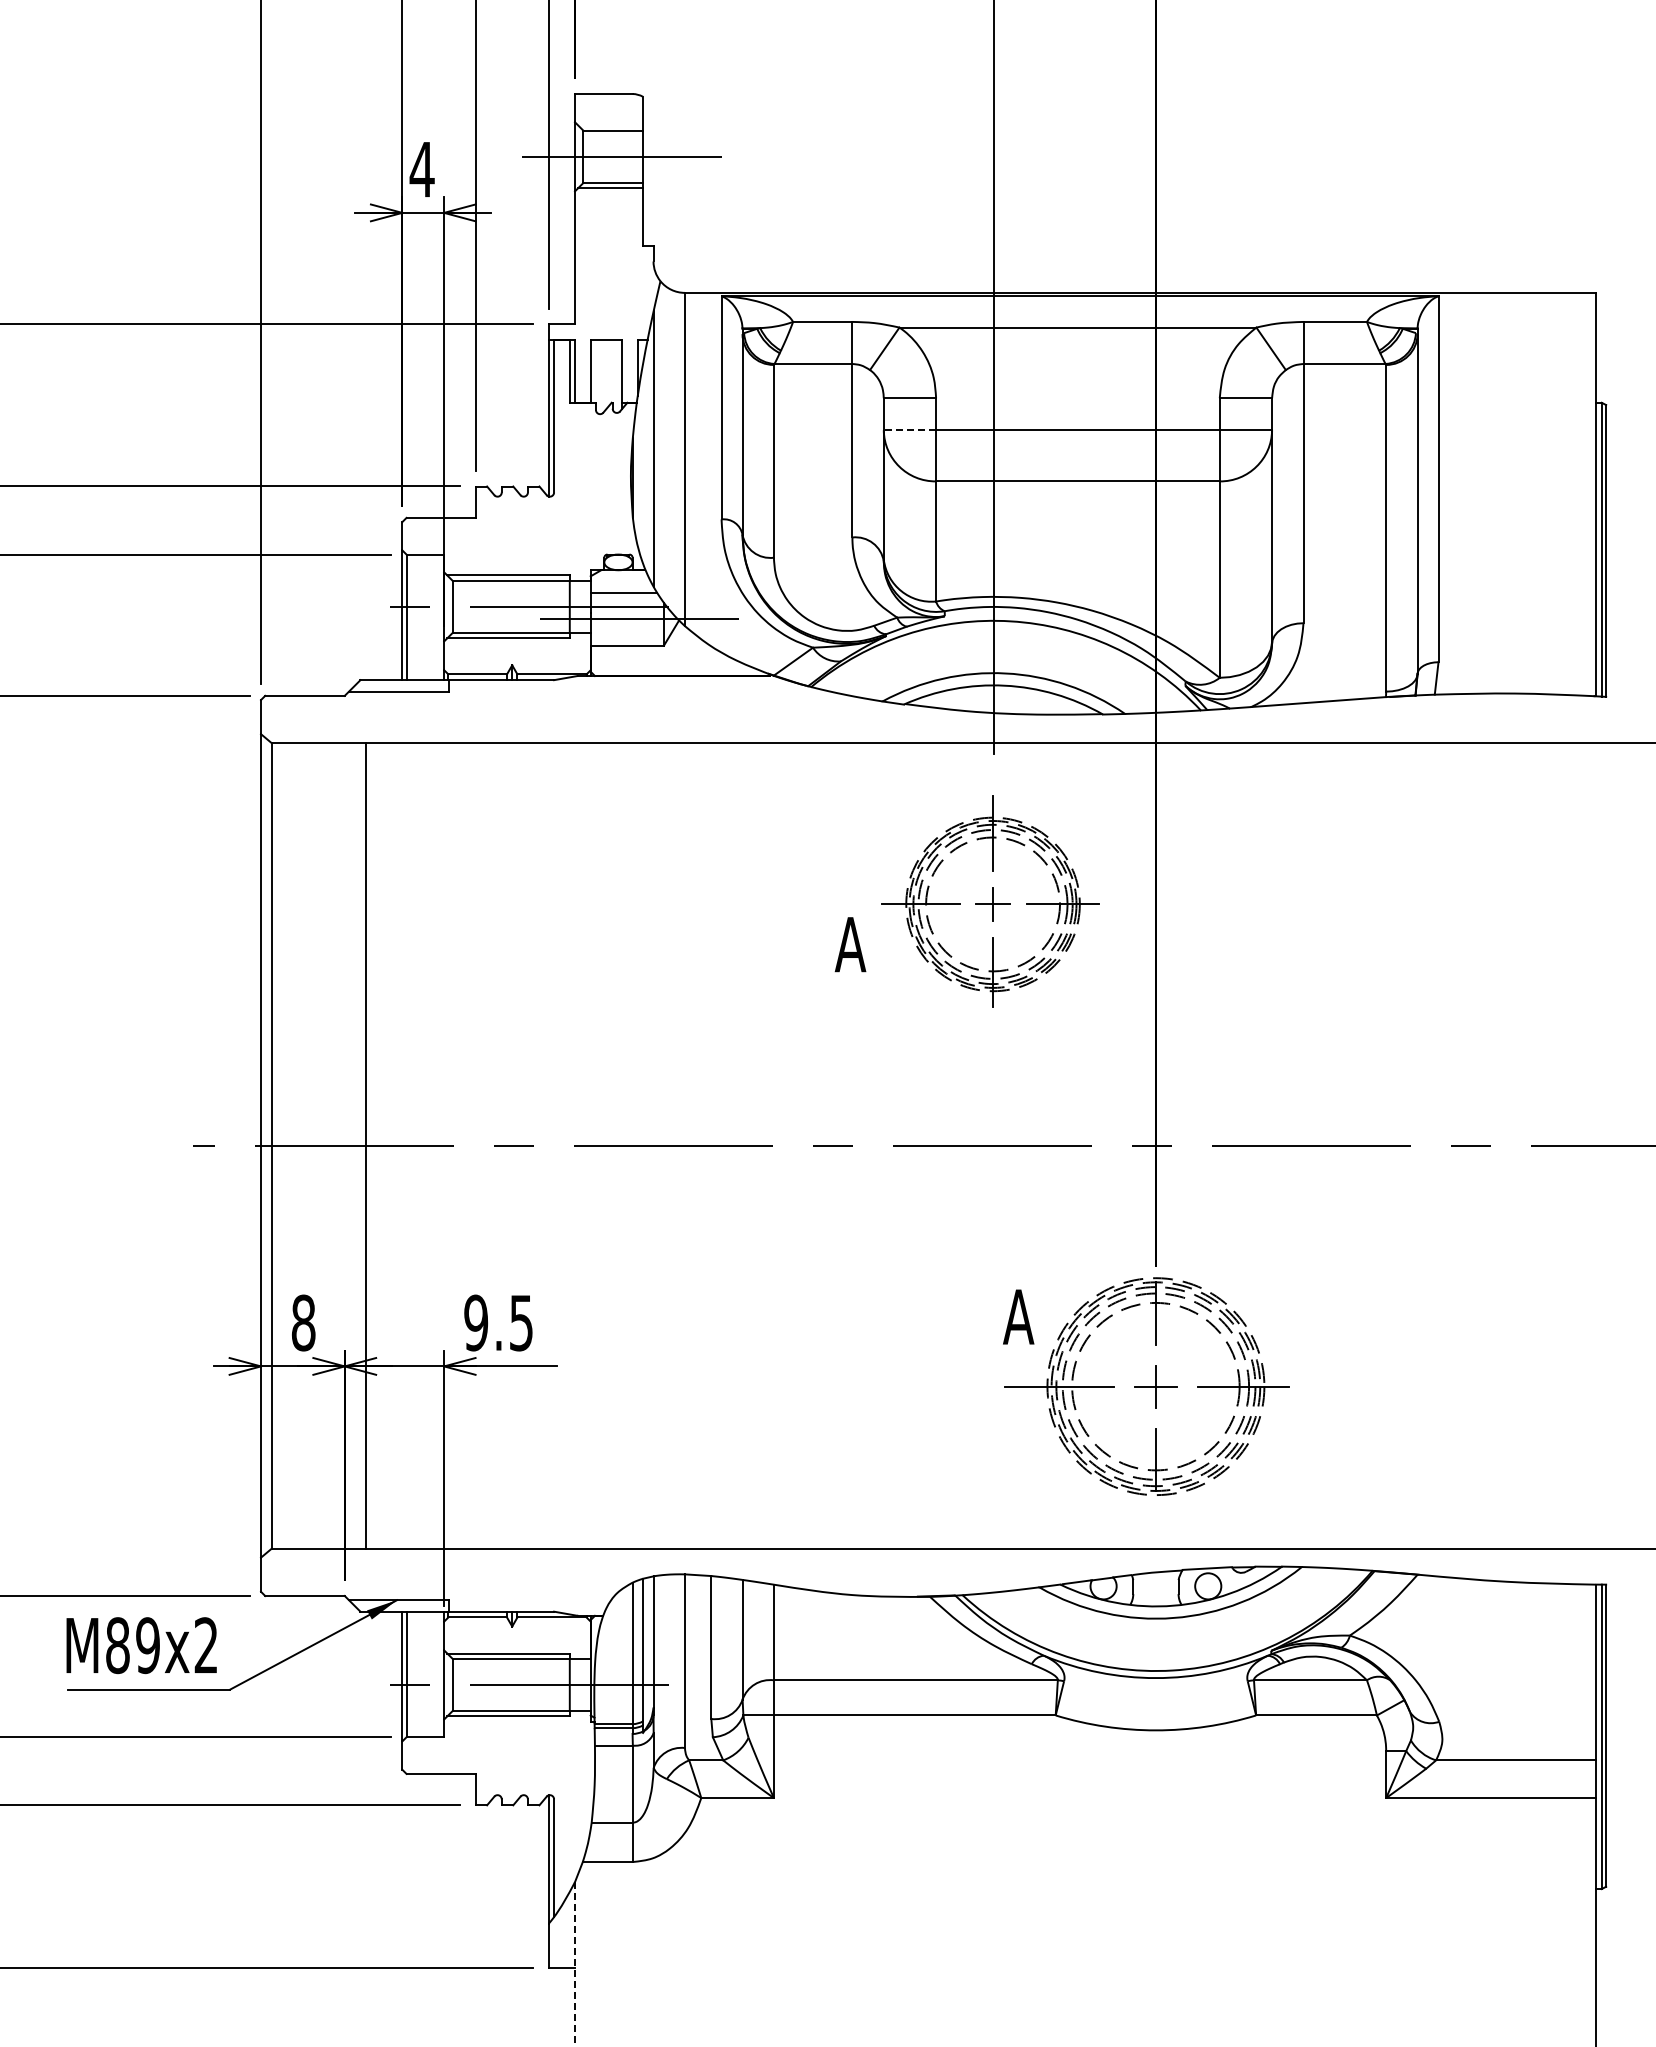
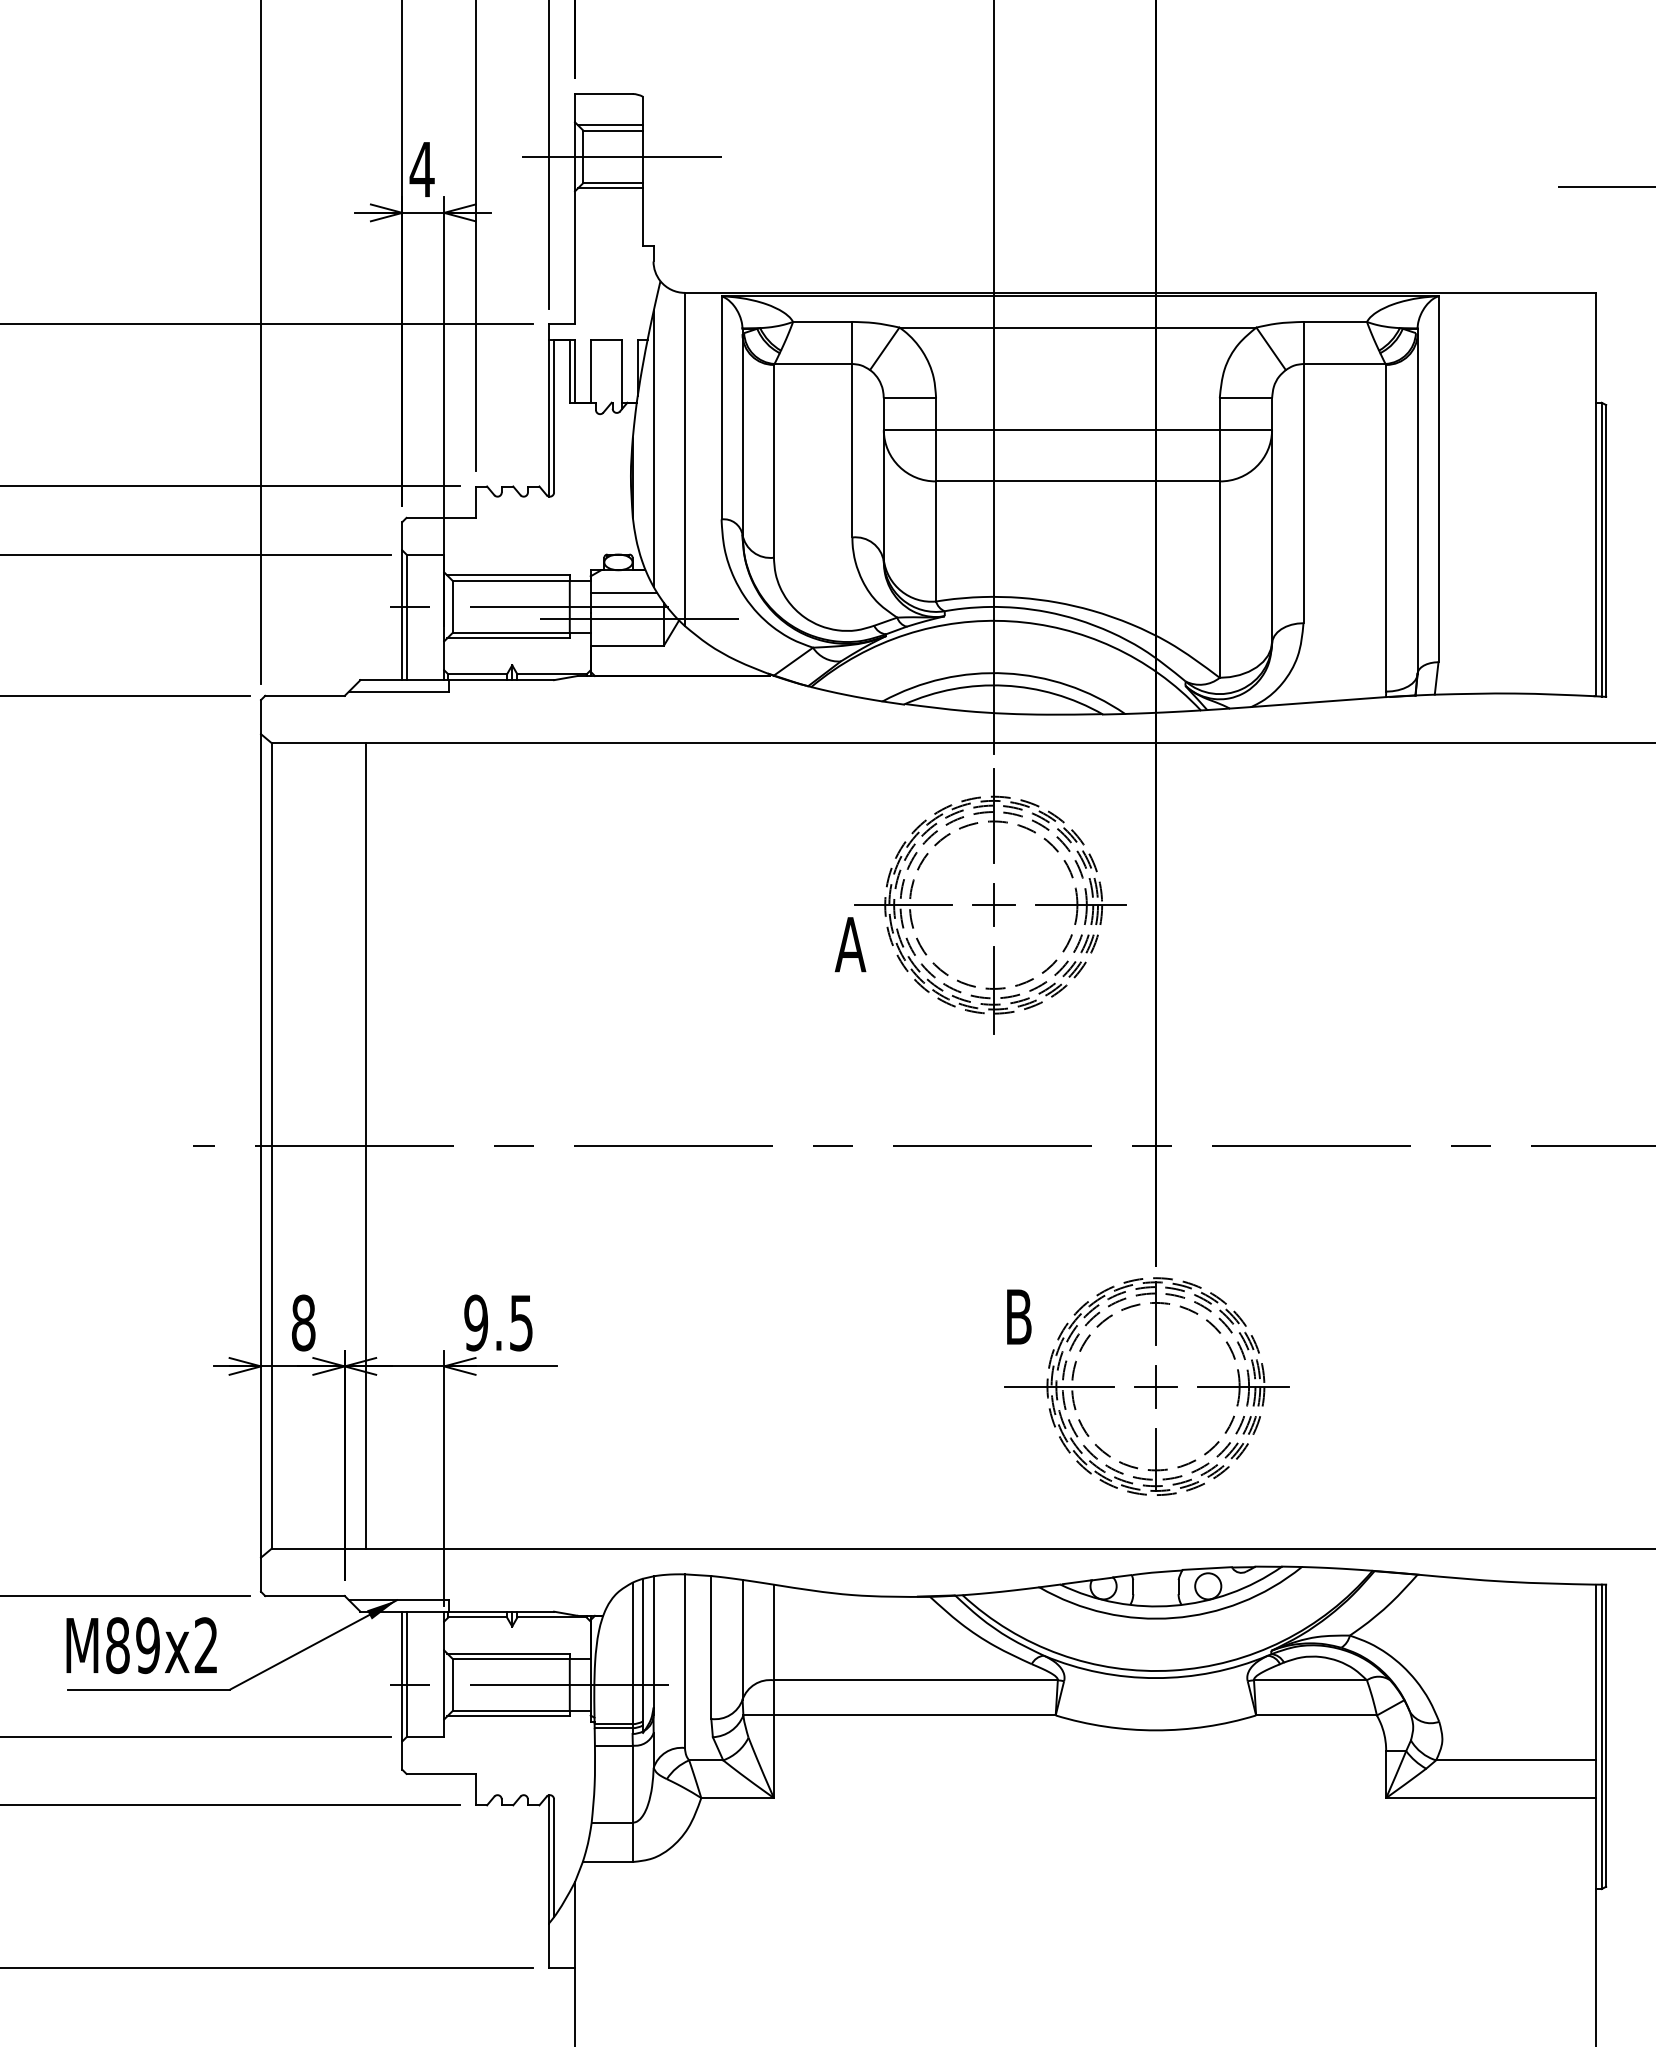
line at (610, 125): none -> present
line at (1604, 186): none -> present
line at (909, 430): dashed -> solid
part at (990, 901) size: 219x213 px -> 273x267 px
text at (1018, 1316): A -> B
line at (575, 1964): dashed -> solid
